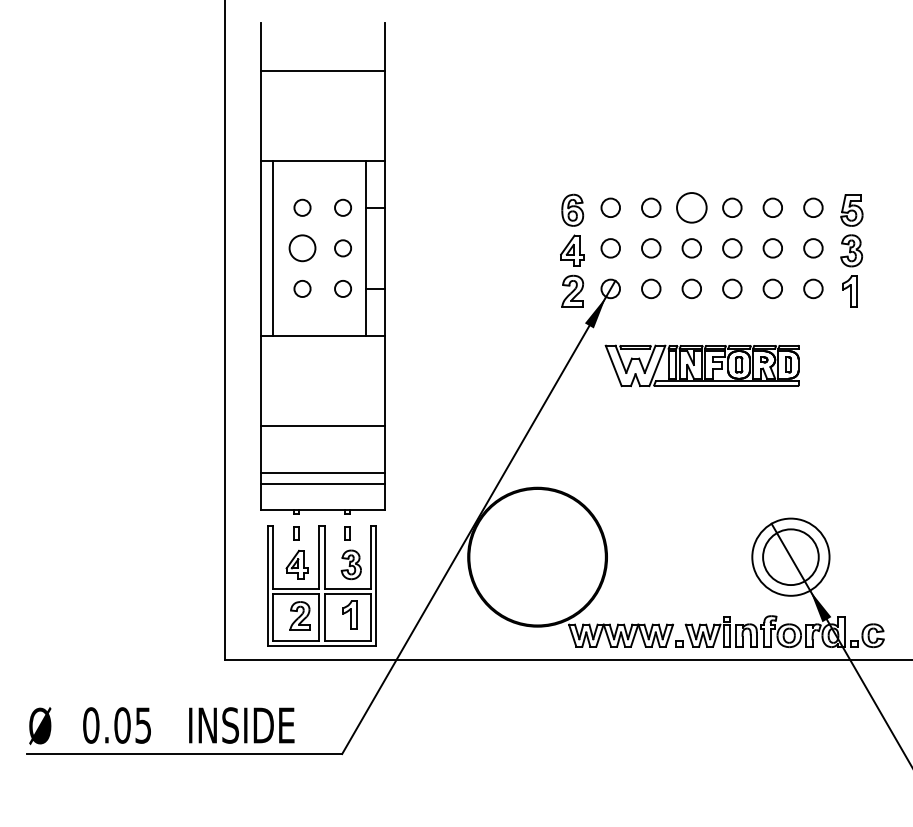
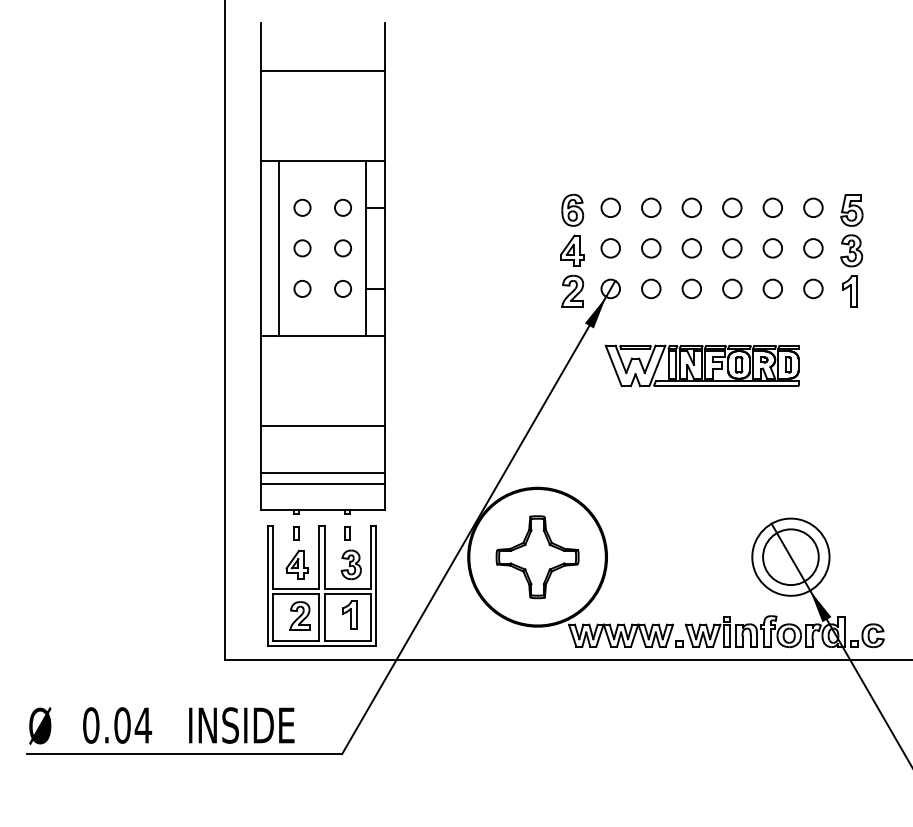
circle at (691, 207) diameter: 30 px -> 19 px
line at (273, 248) position: (273, 248) -> (279, 248)
circle at (302, 248) size: 29x29 px -> 19x19 px
part at (537, 557): none -> present
text at (143, 725): 0.05 -> 0.04
